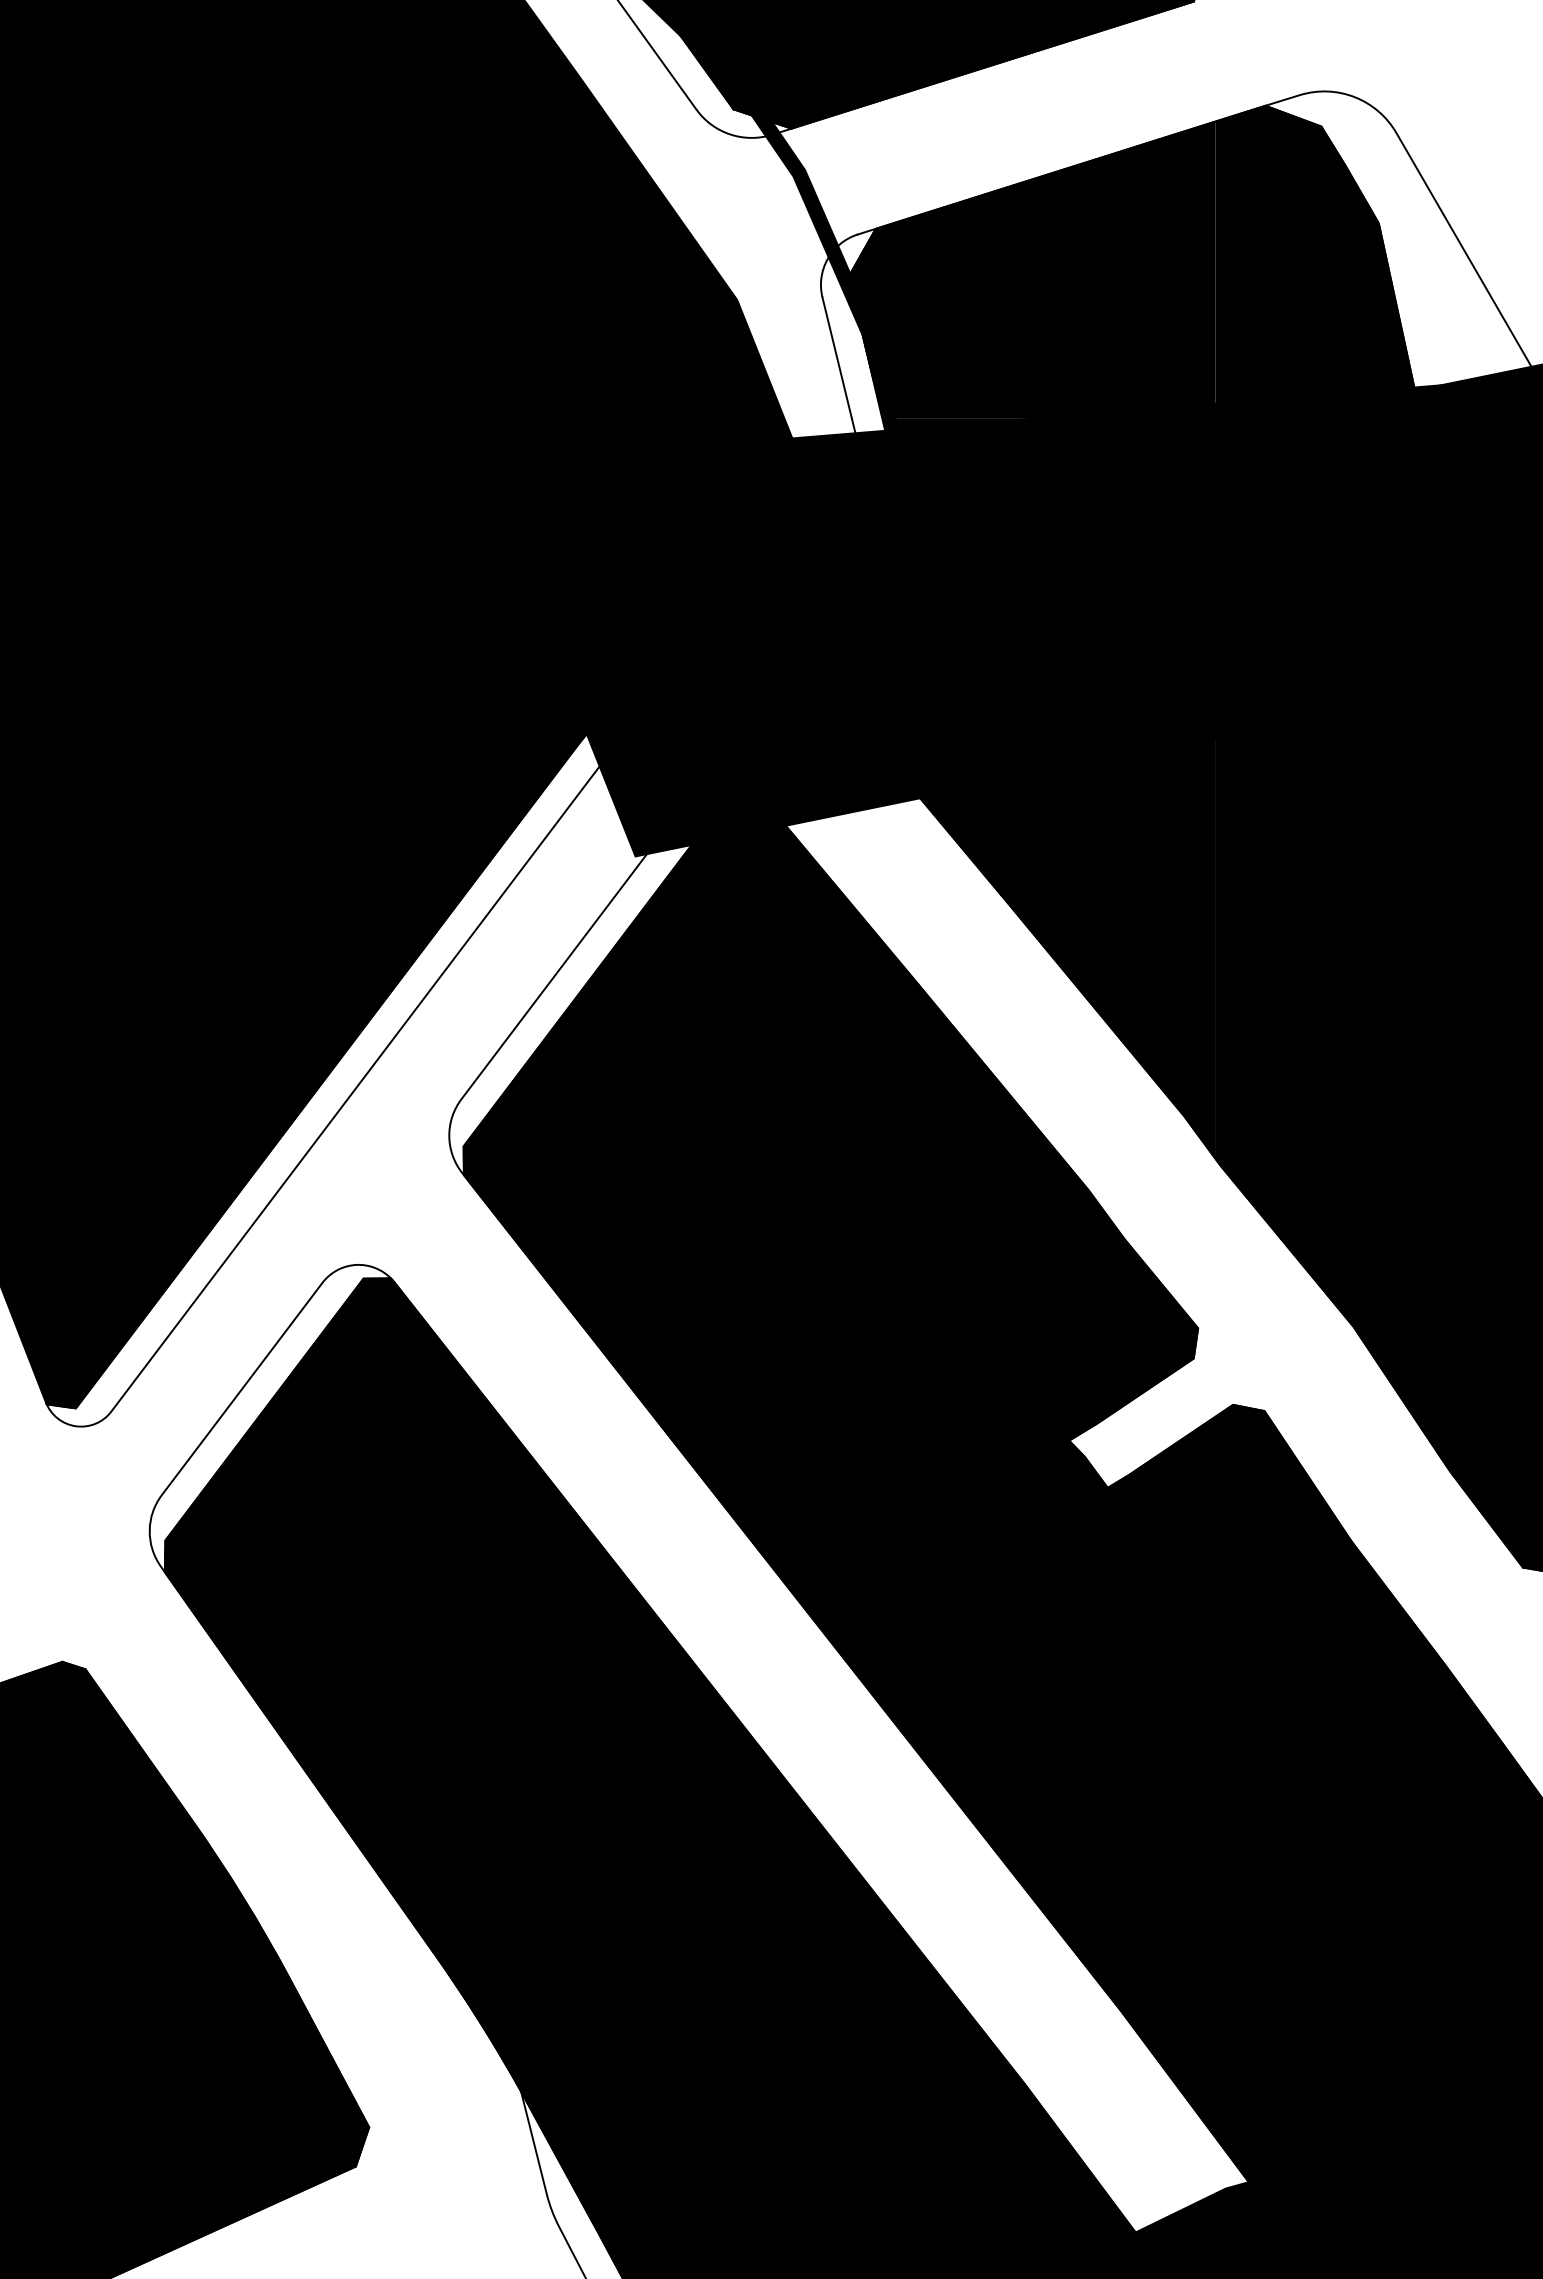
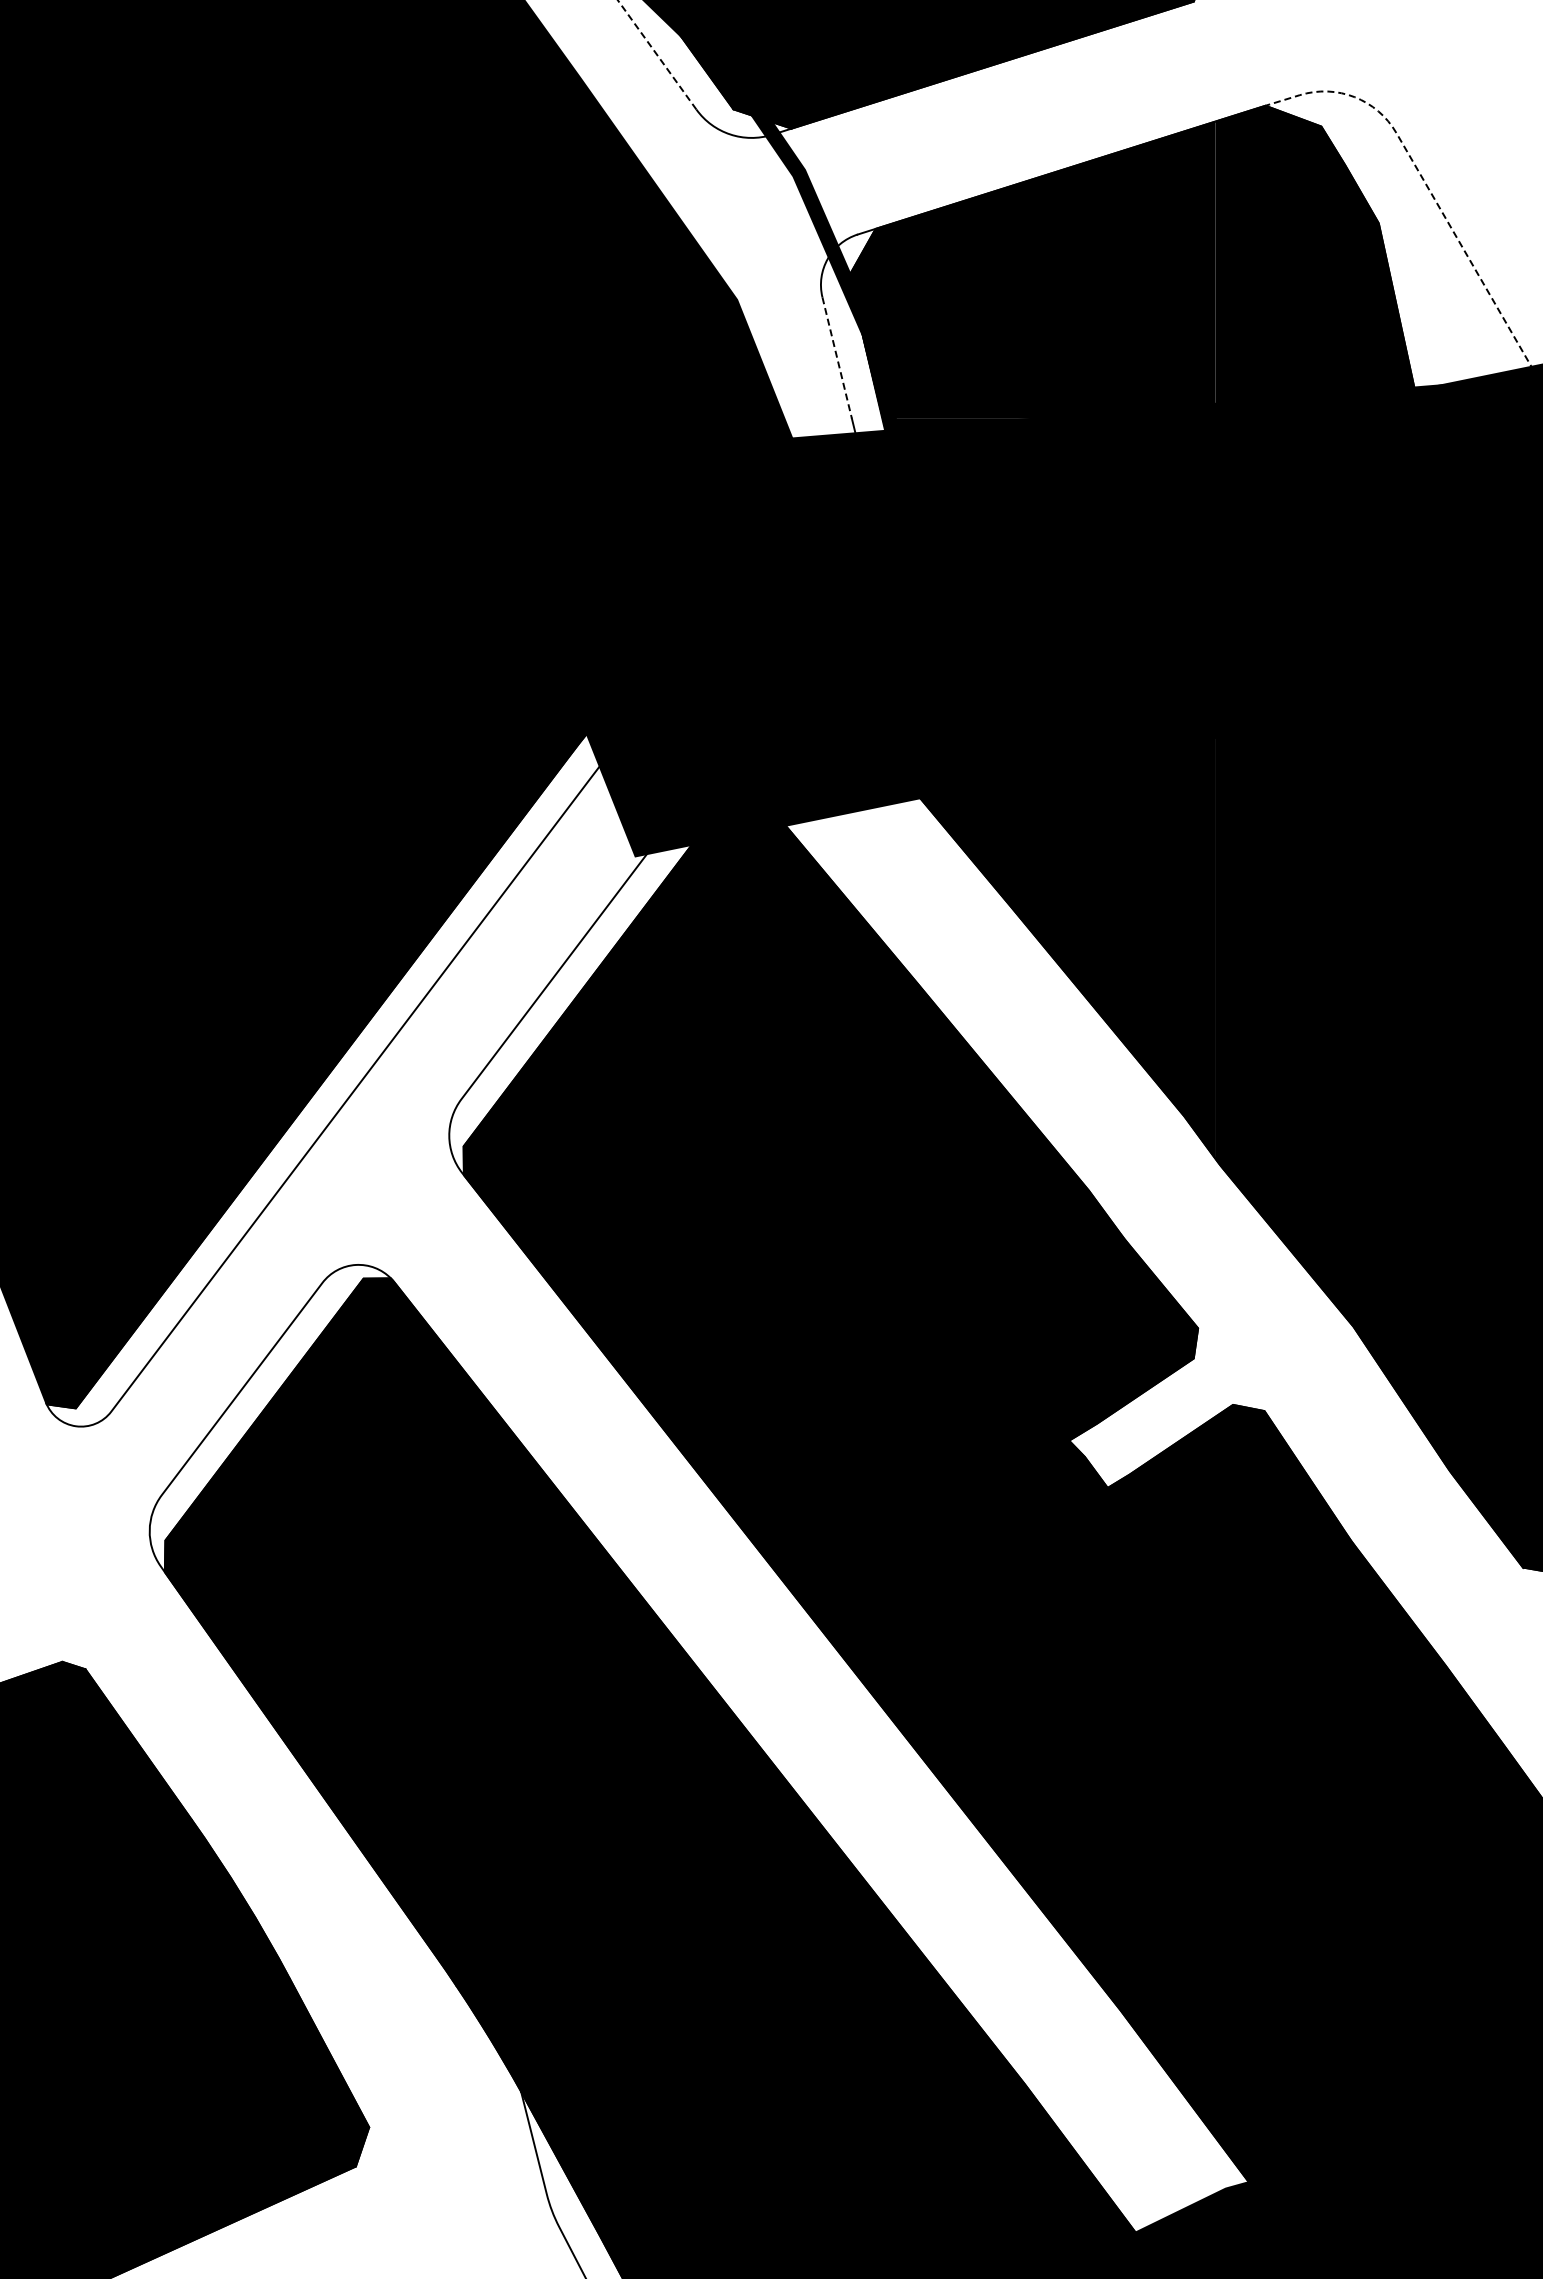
line at (656, 54): solid -> dashed
line at (1426, 184): solid -> dashed
line at (837, 358): solid -> dashed
